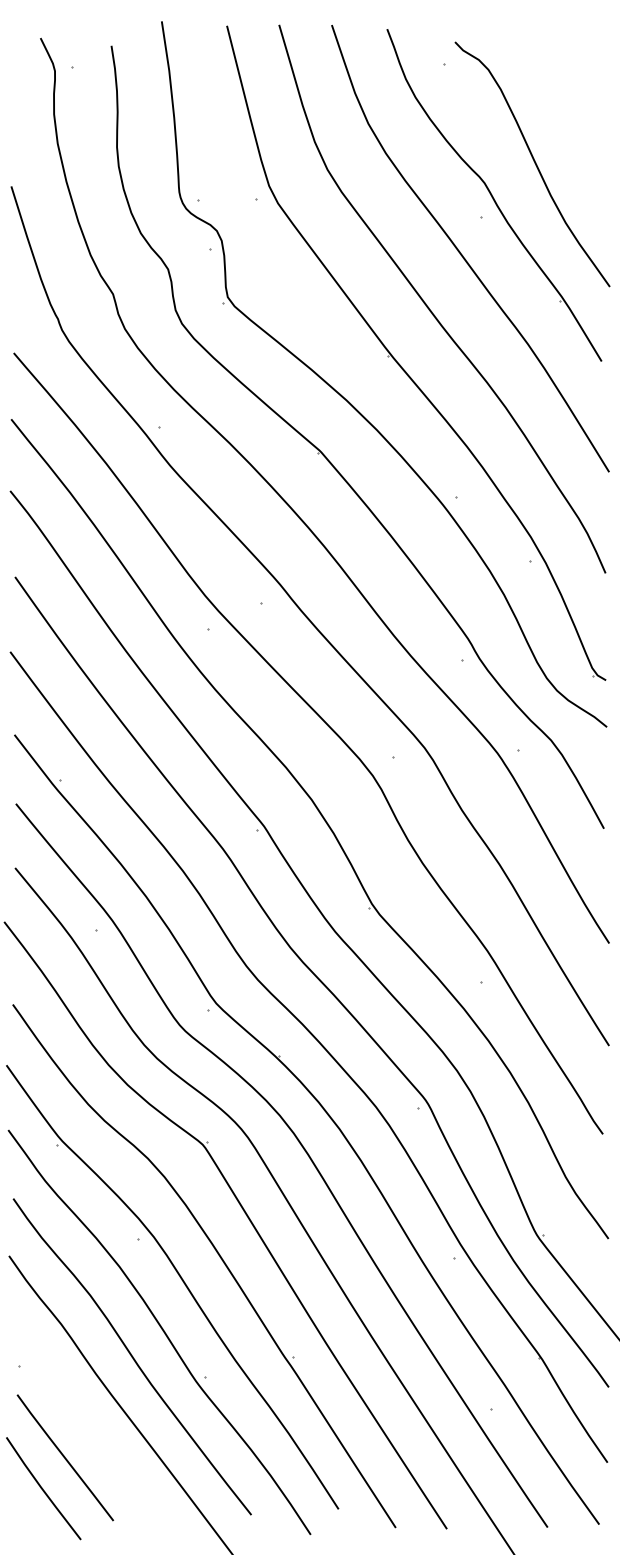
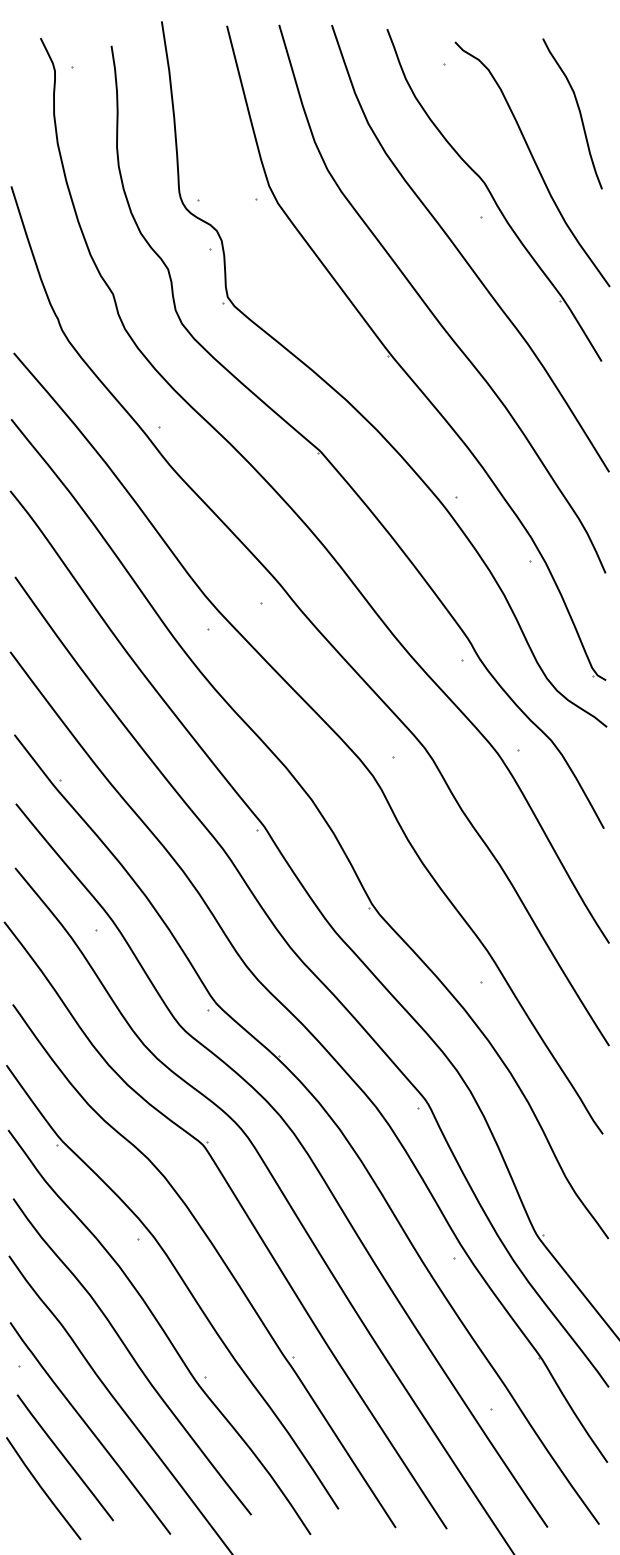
curve at (578, 110): none -> present
curve at (90, 1428): none -> present
